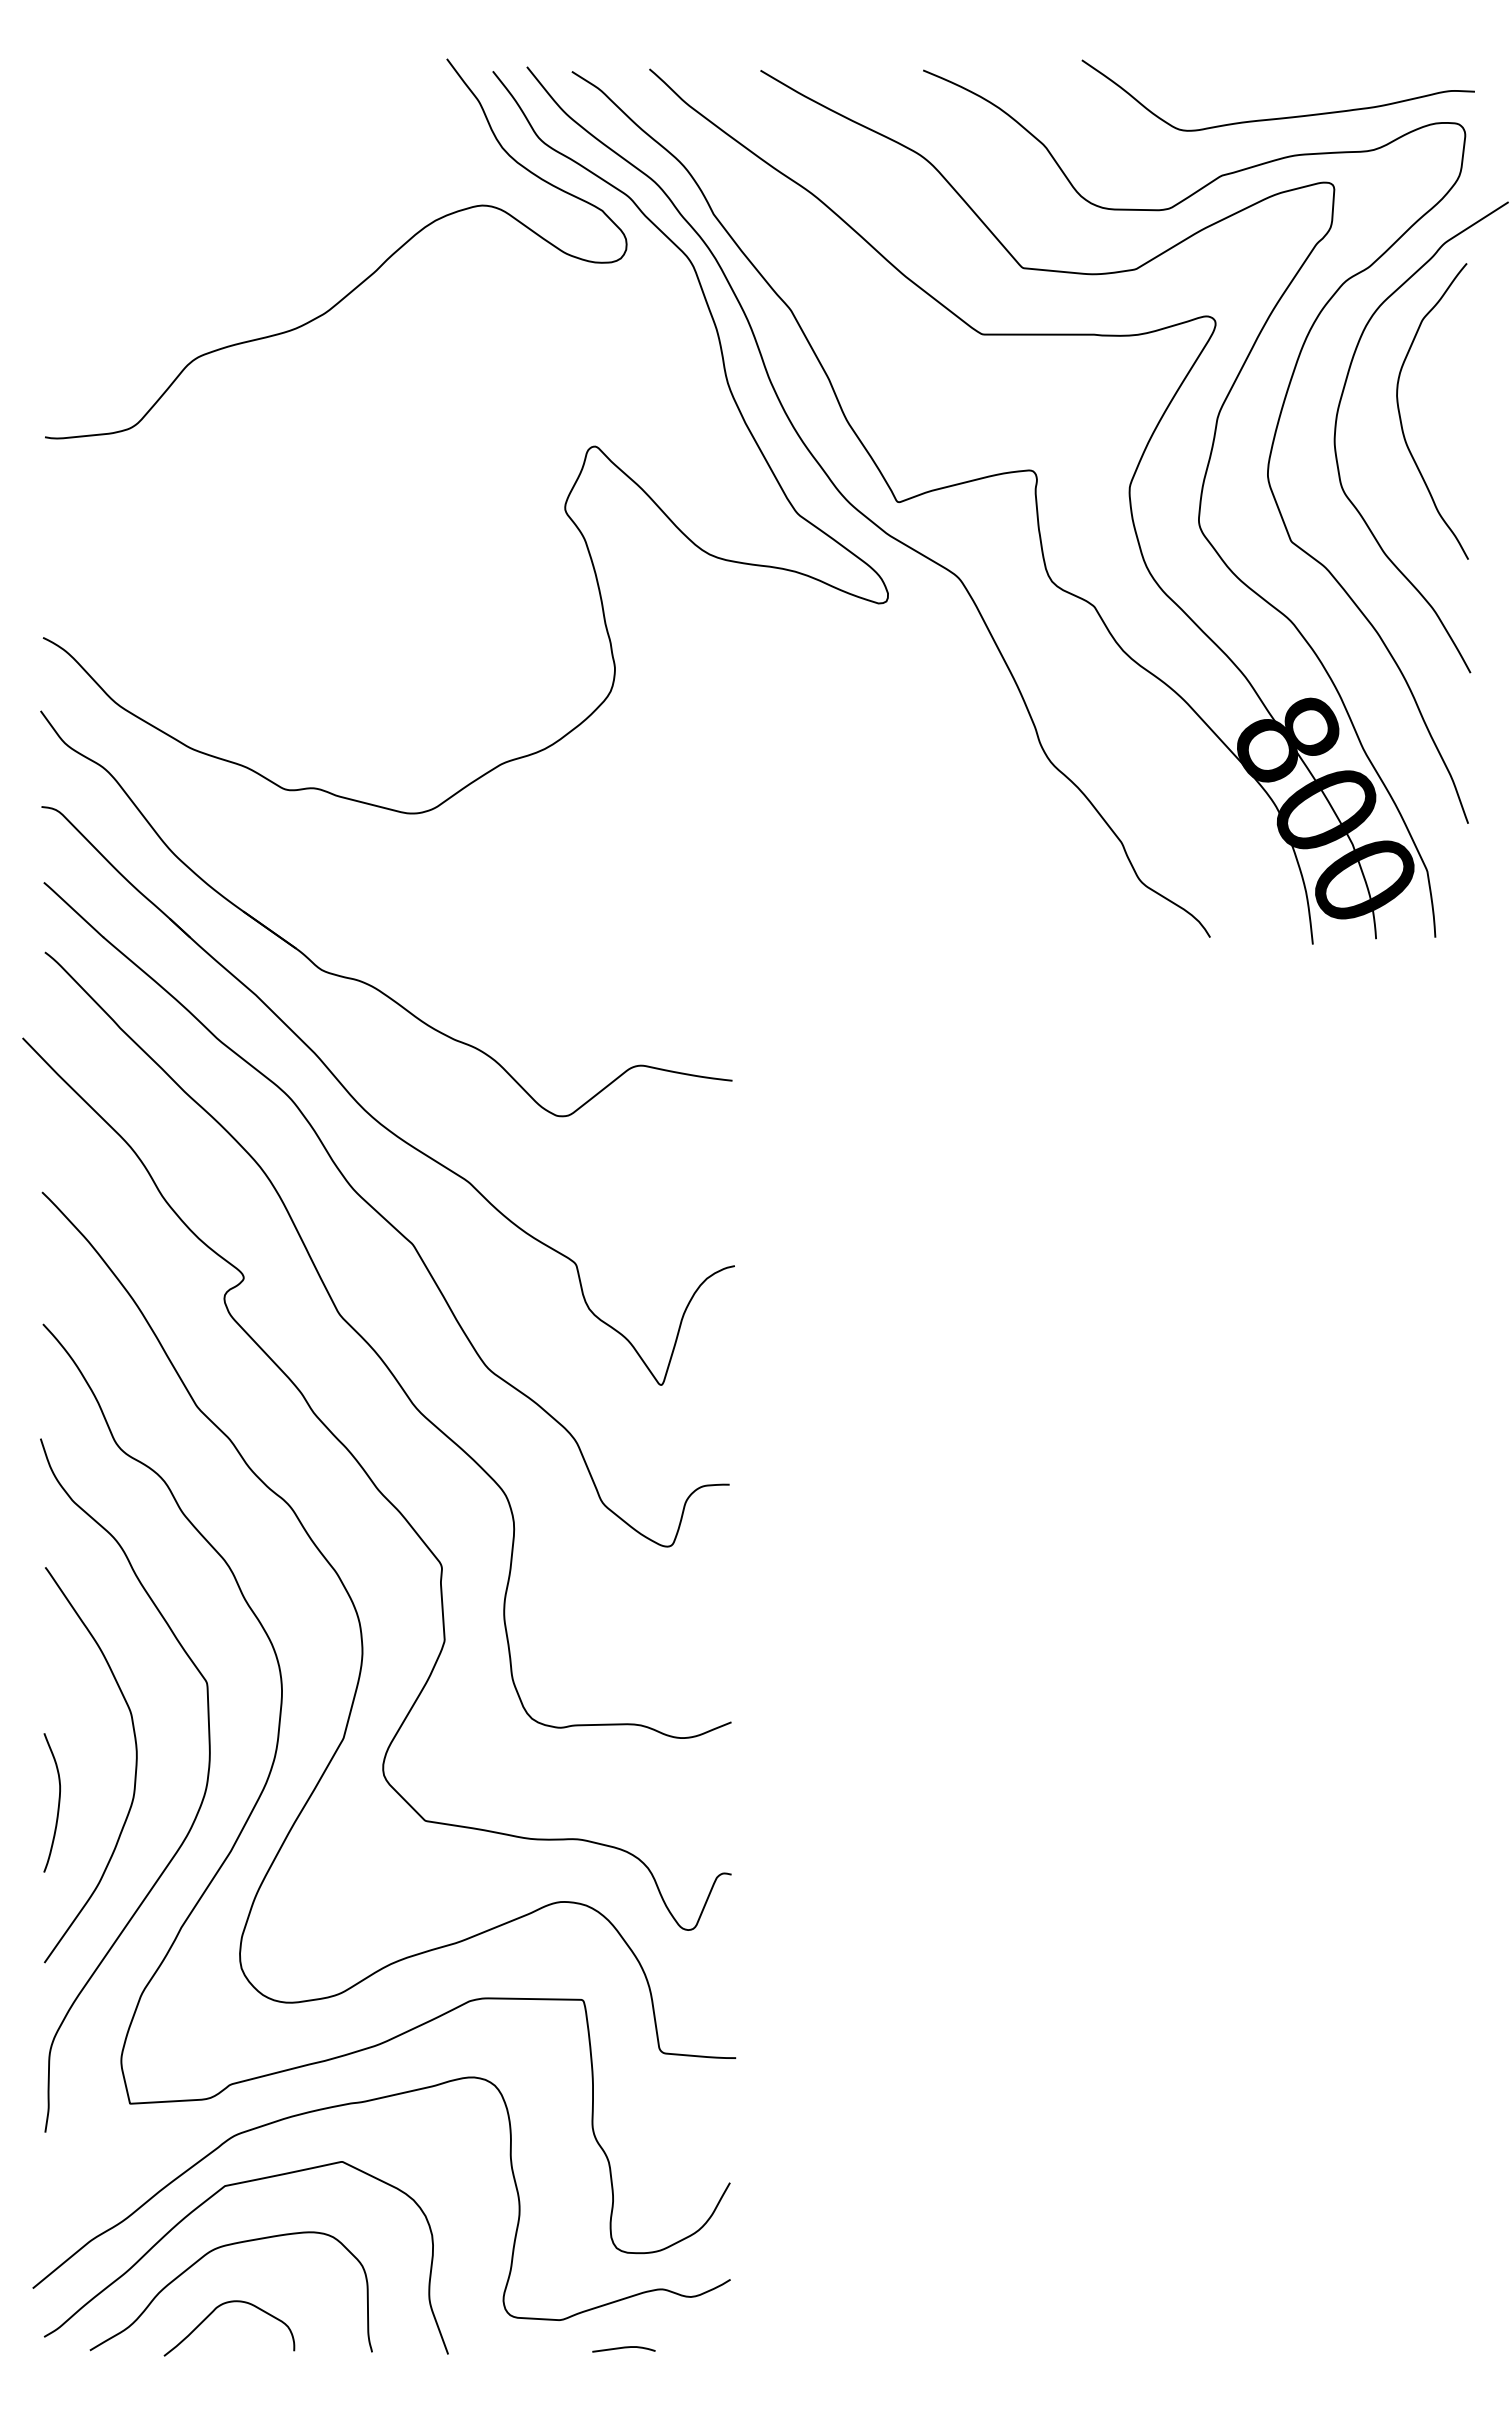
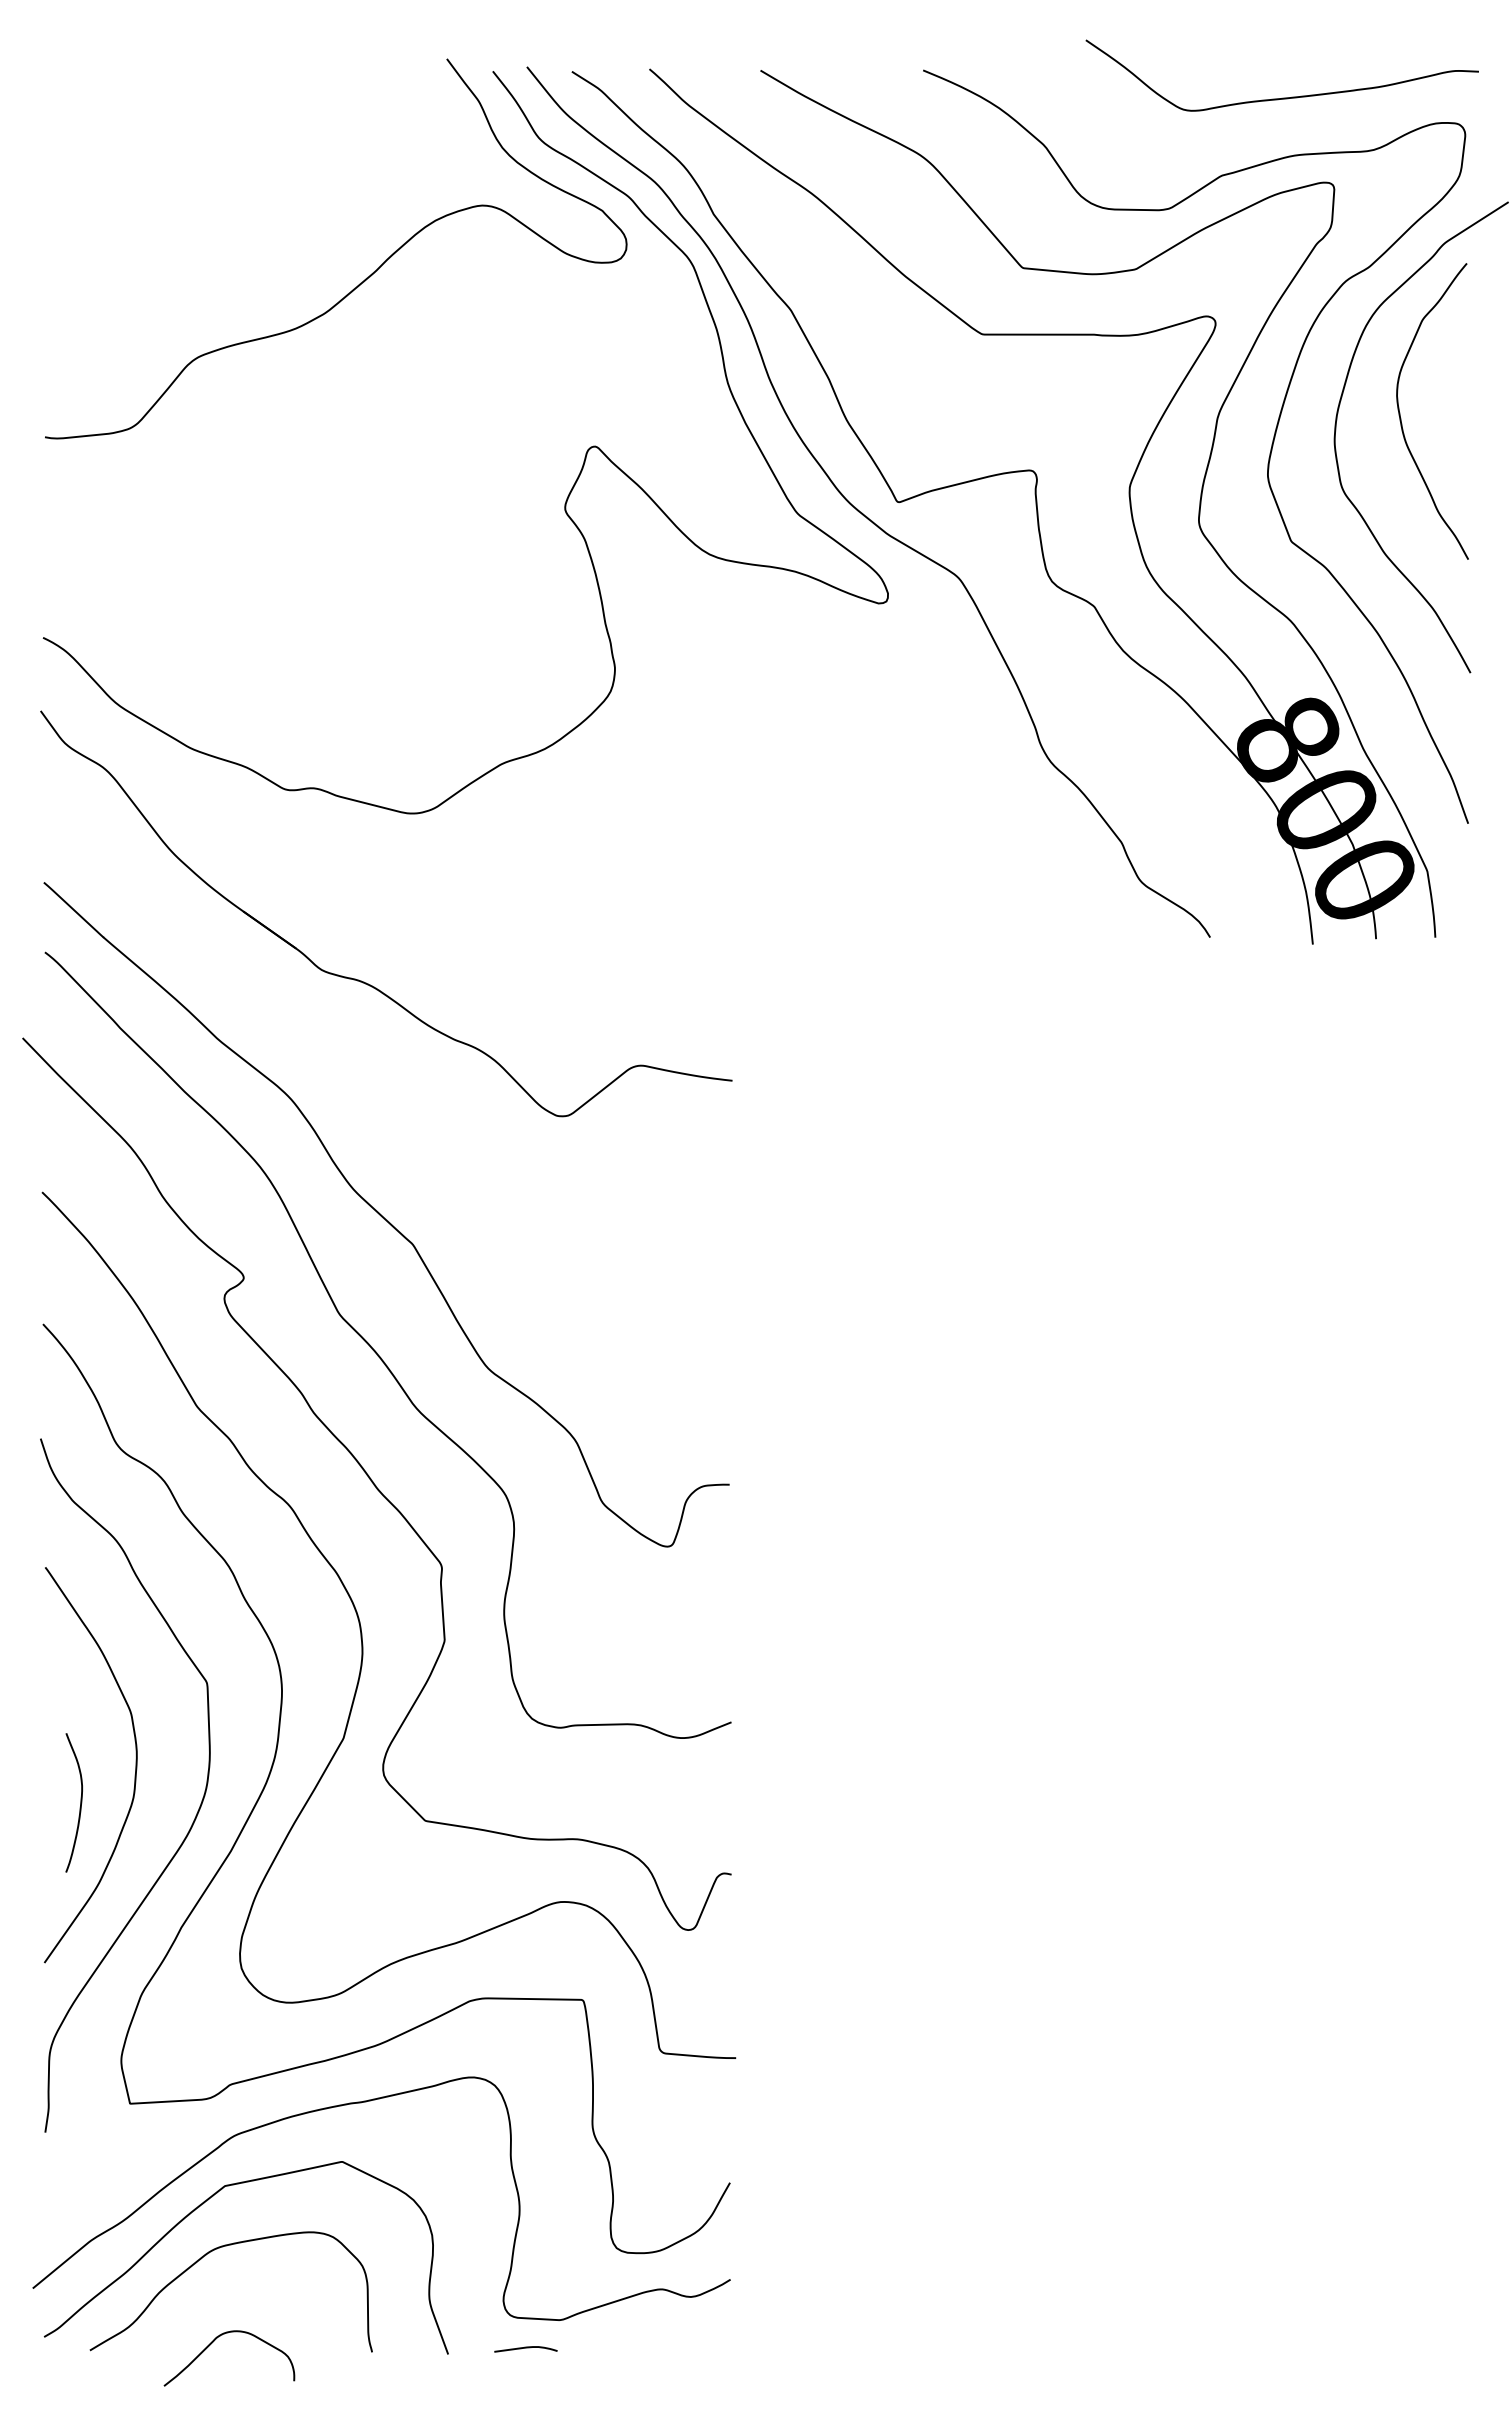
curve at (1278, 117) position: (1278, 117) -> (1282, 97)
part at (372, 1115): present -> none
curve at (58, 1802) position: (58, 1802) -> (80, 1802)
curve at (213, 2312) position: (213, 2312) -> (213, 2342)
curve at (623, 2348) position: (623, 2348) -> (525, 2348)
